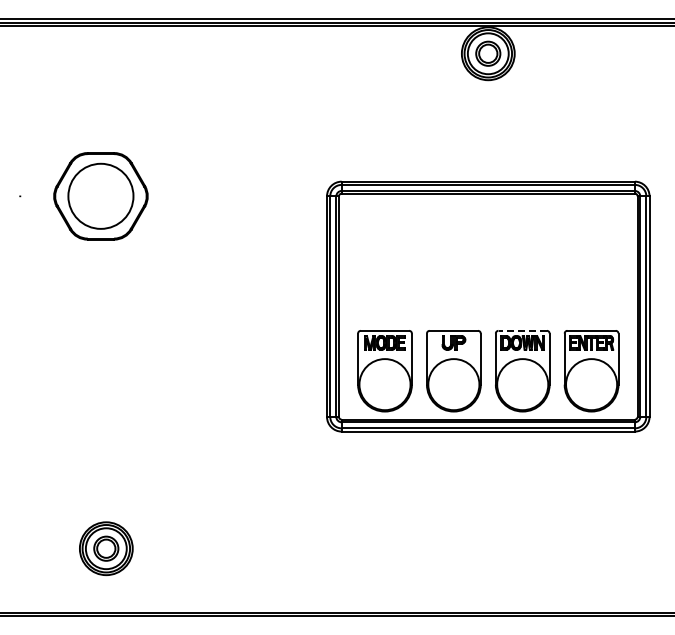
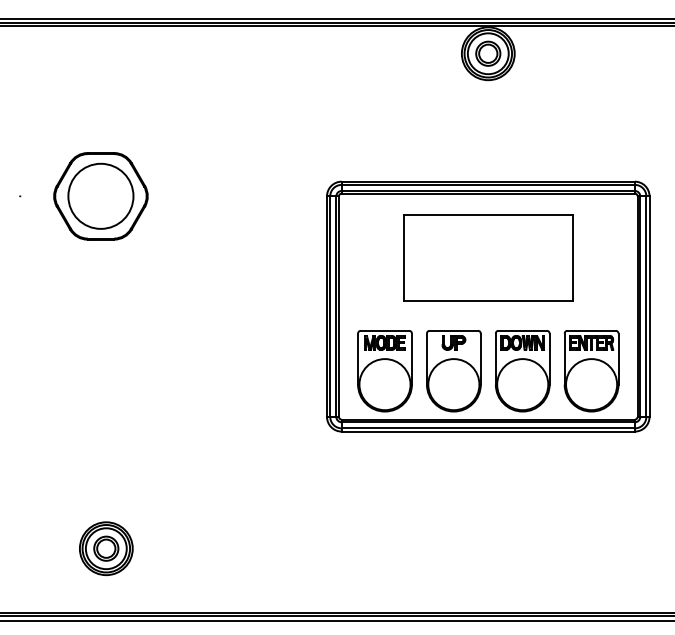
part at (488, 257): none -> present
line at (522, 330): dashed -> solid
line at (336, 621): none -> present
